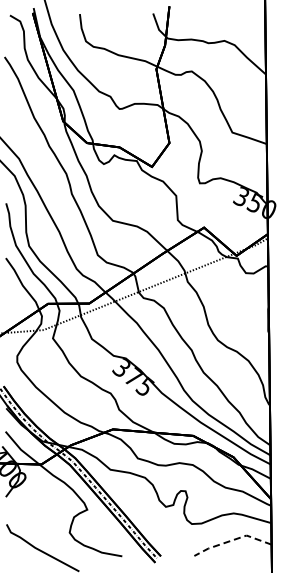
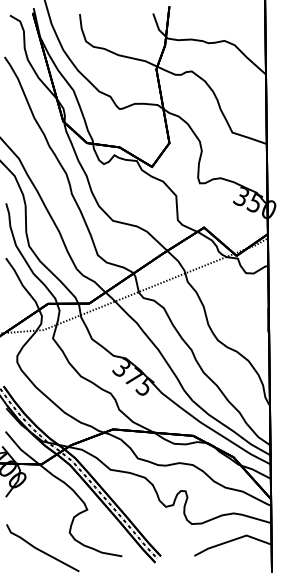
line at (232, 540): dashed -> solid
